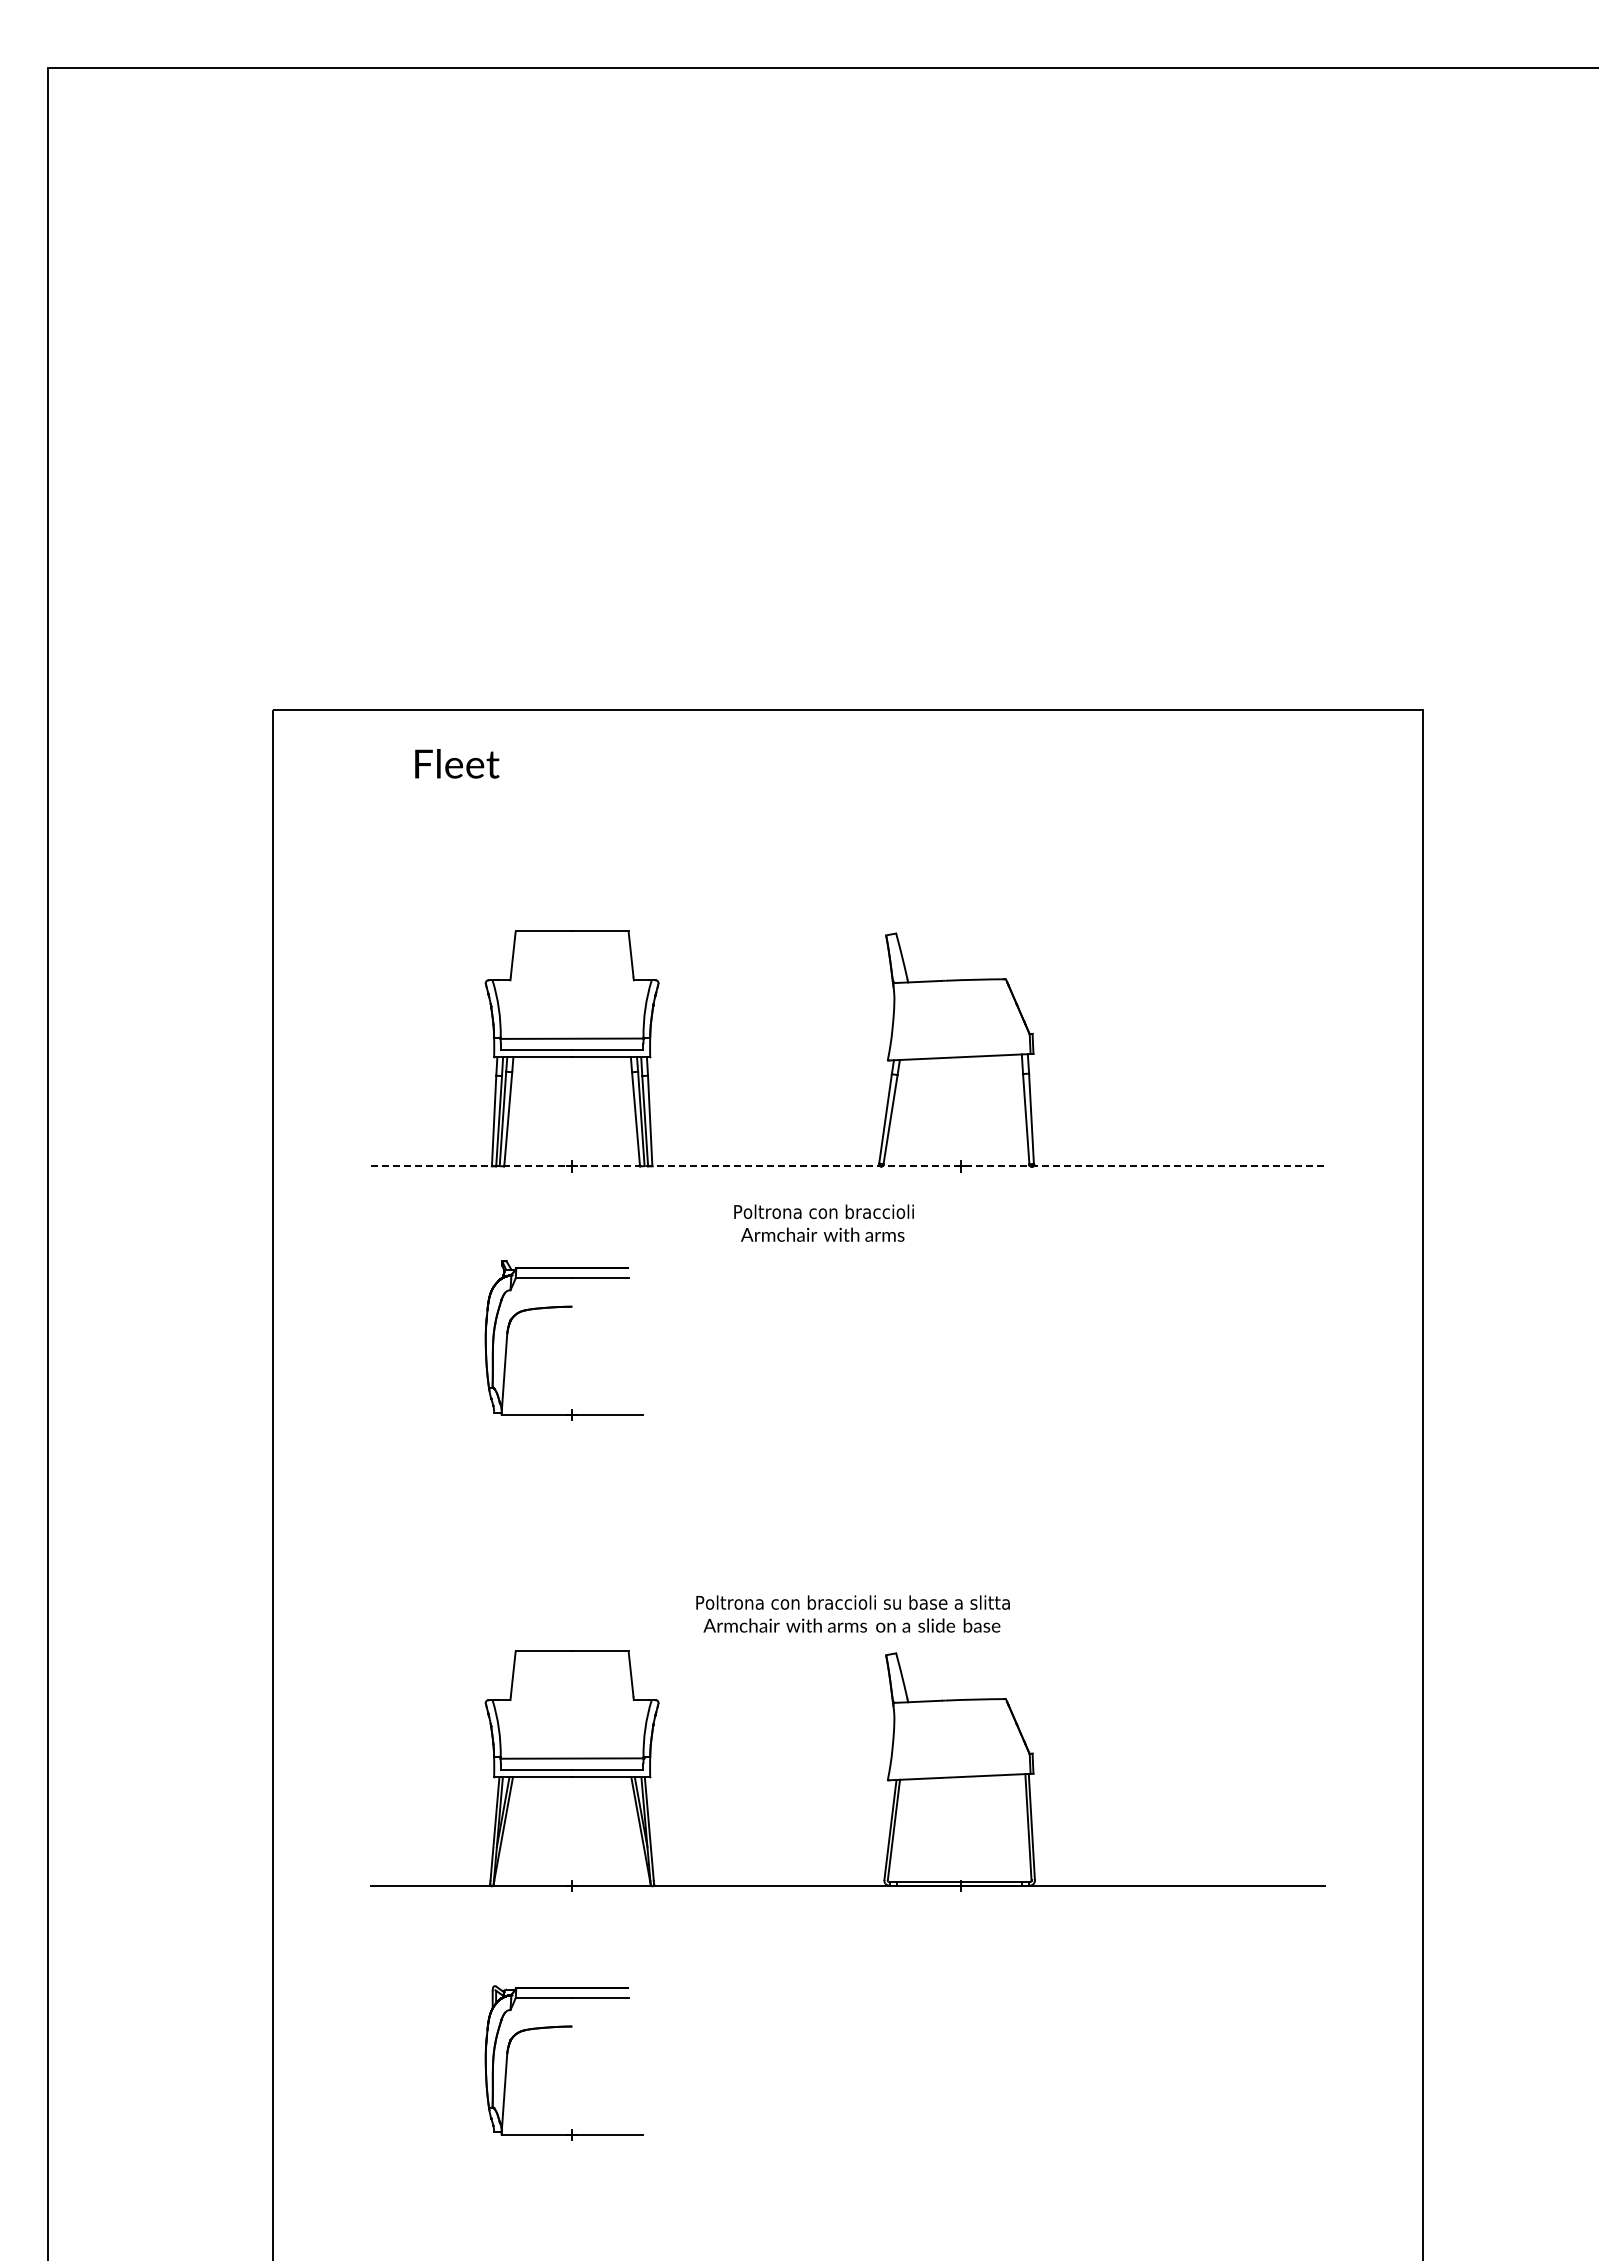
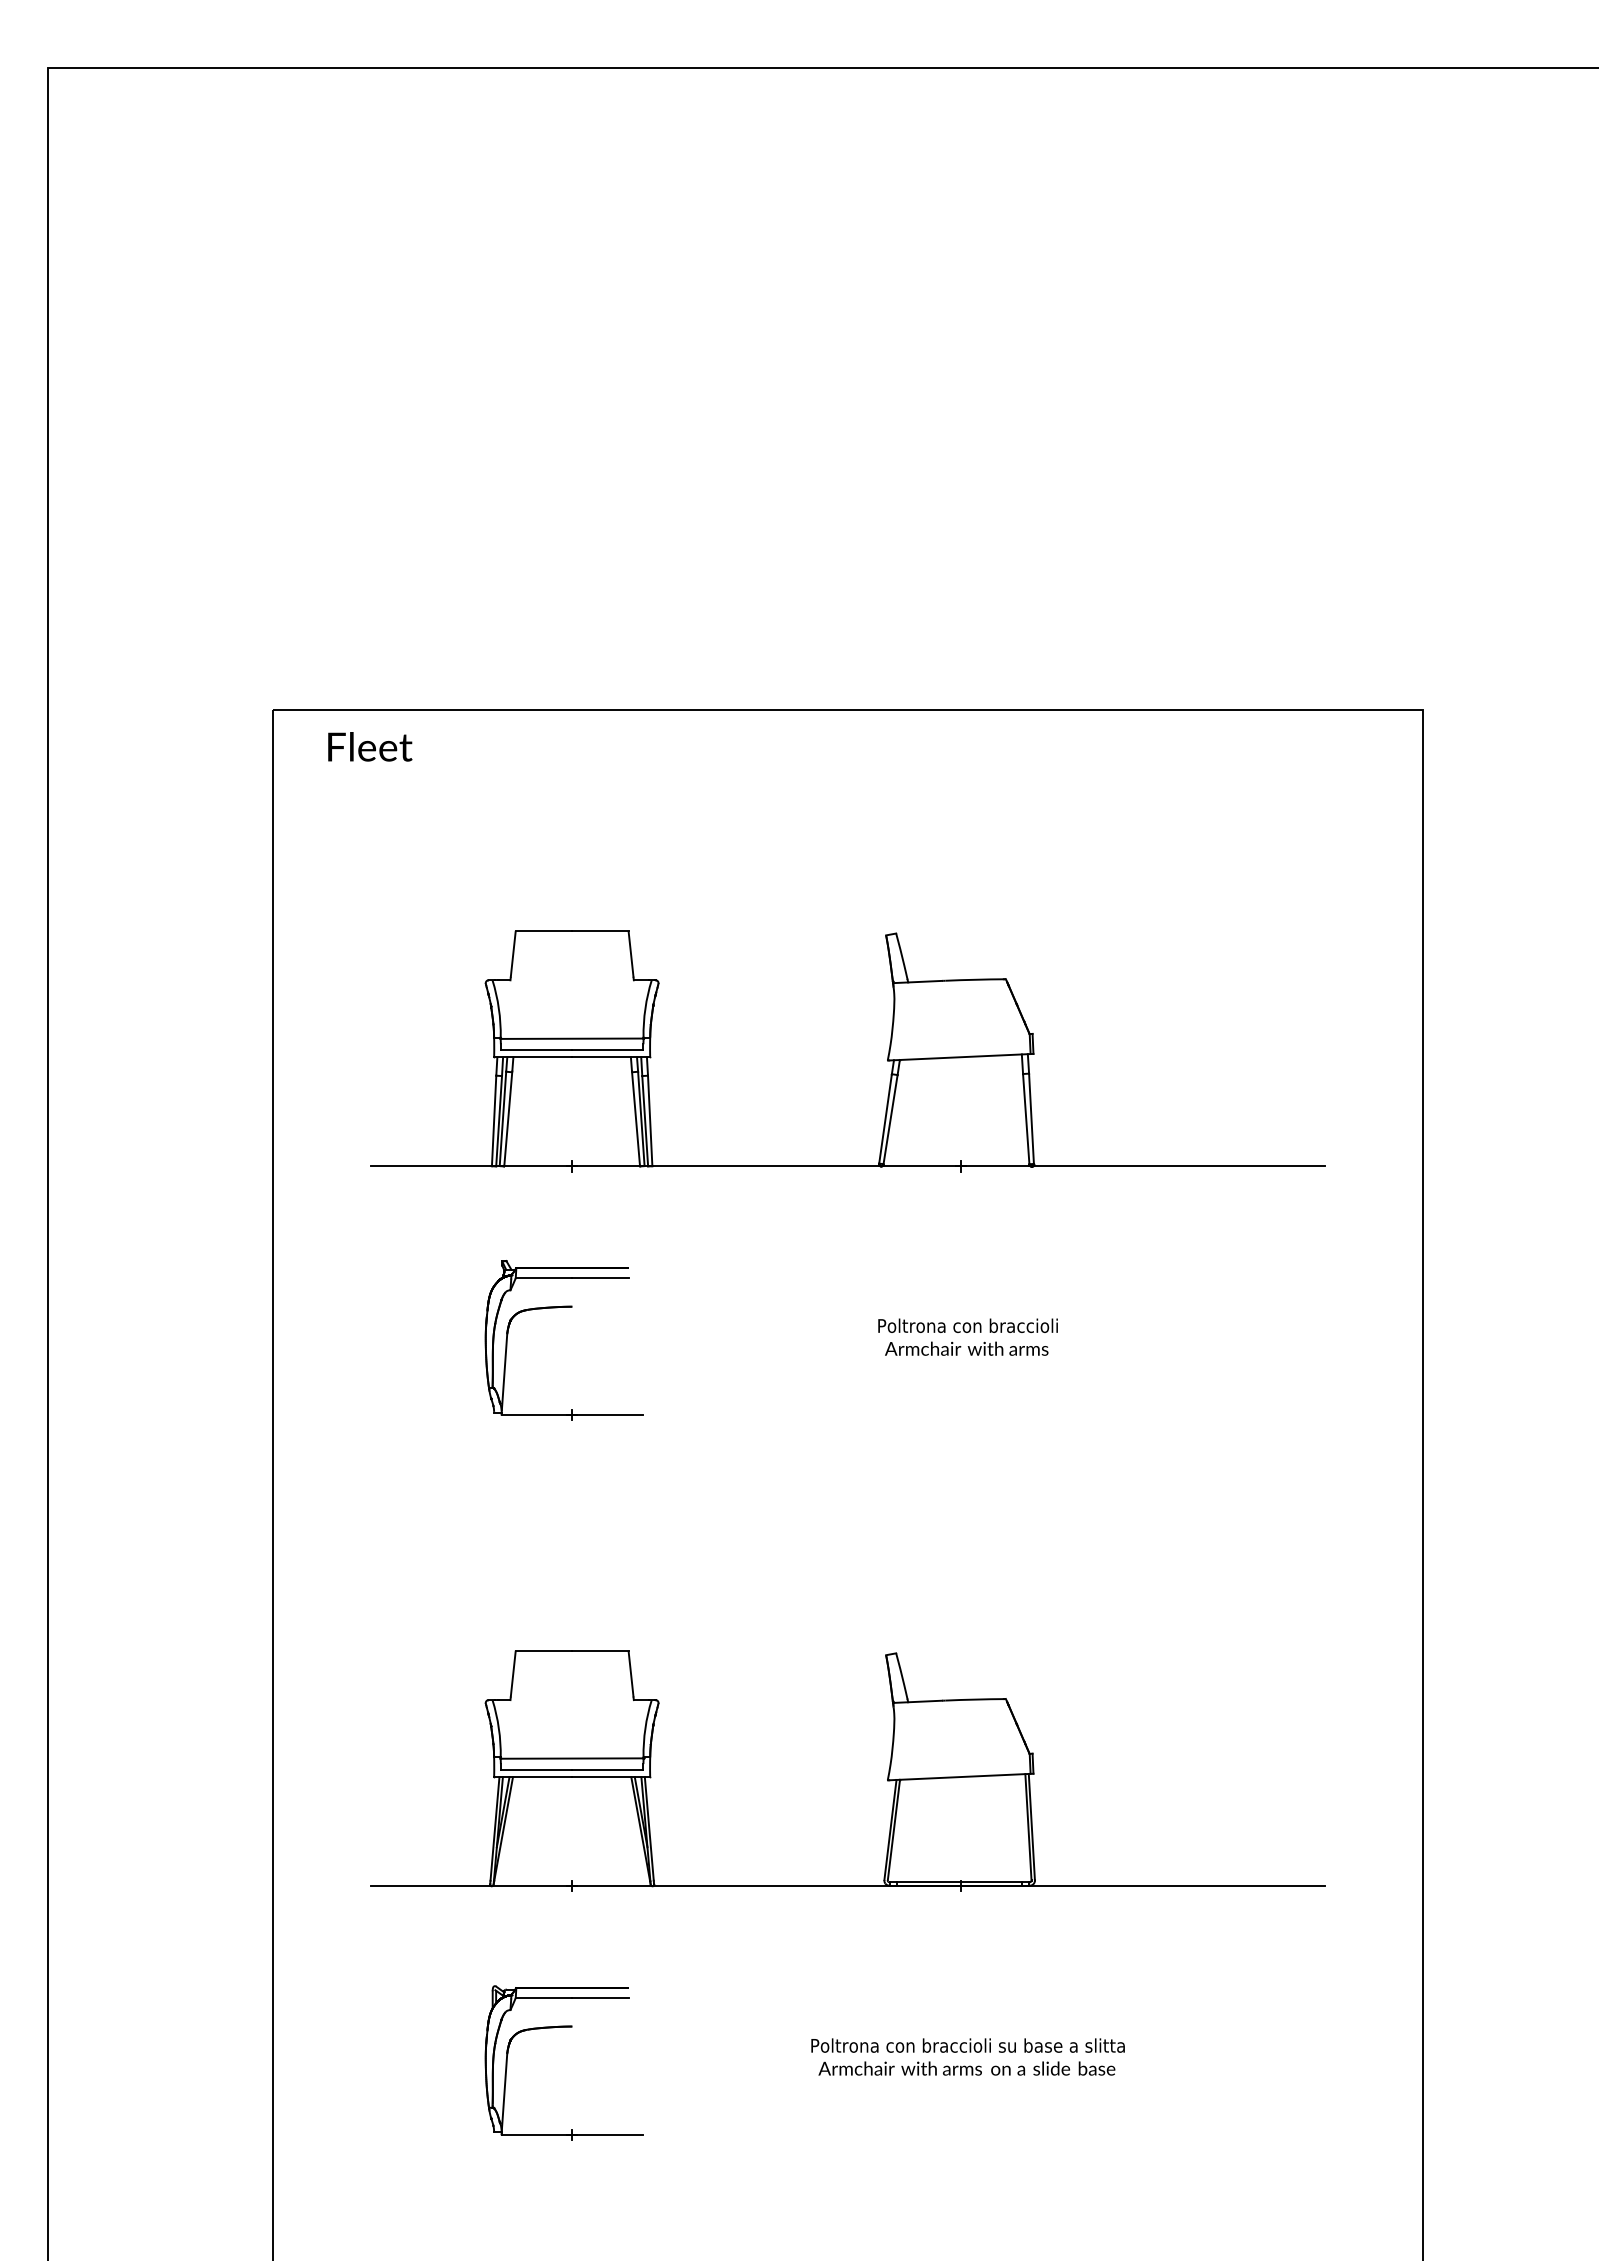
text at (457, 763) position: (457, 763) -> (370, 746)
line at (848, 1166): dashed -> solid
text at (823, 1222) position: (823, 1222) -> (967, 1336)
text at (852, 1613) position: (852, 1613) -> (967, 2056)
